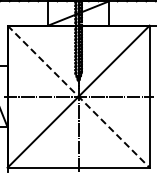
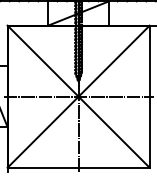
line at (78, 97): dashed -> solid
